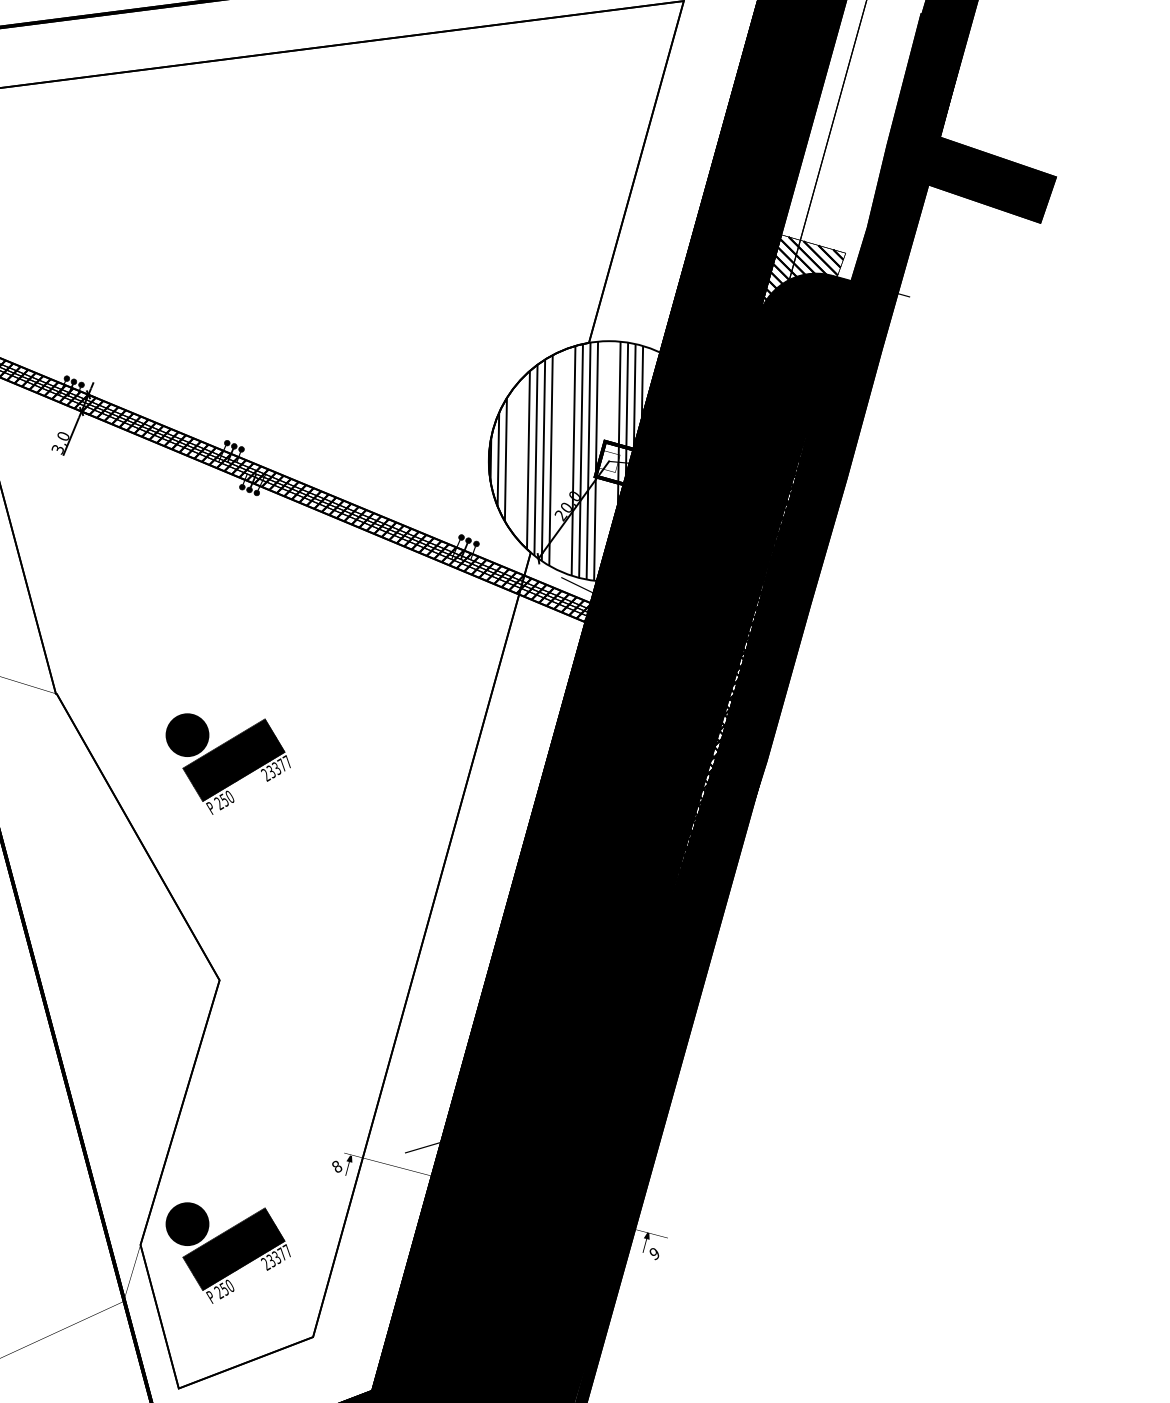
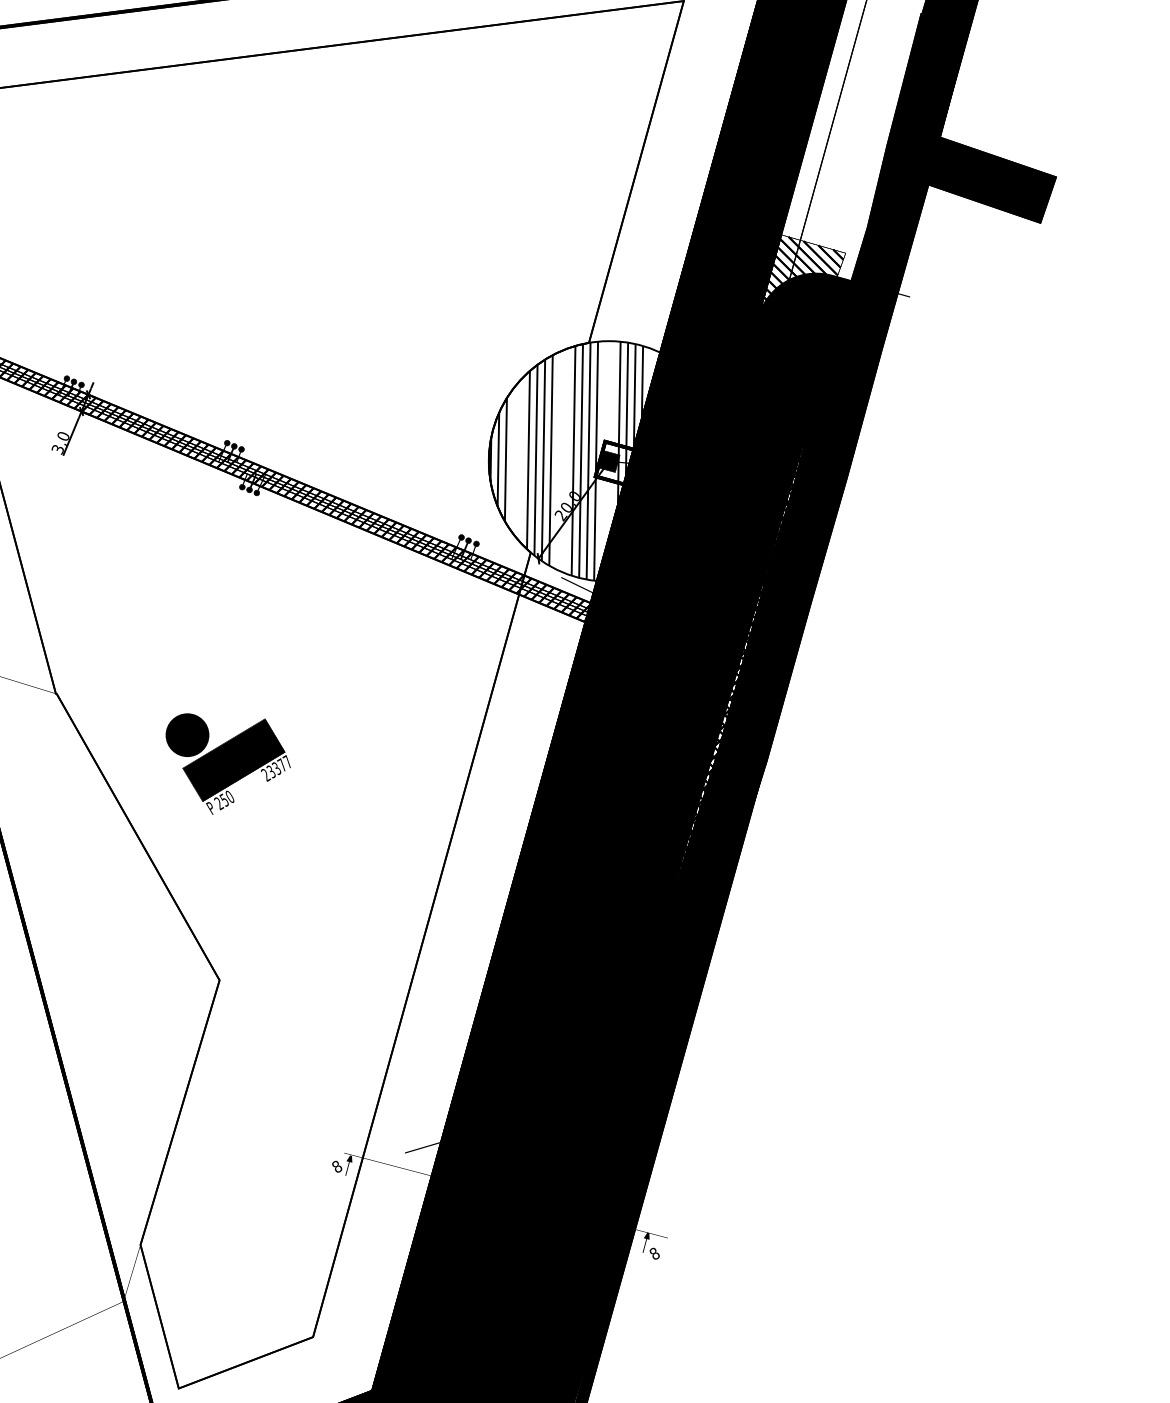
fill at (608, 461): none -> present
part at (227, 1252): present -> none
text at (654, 1253): 9 -> 8
